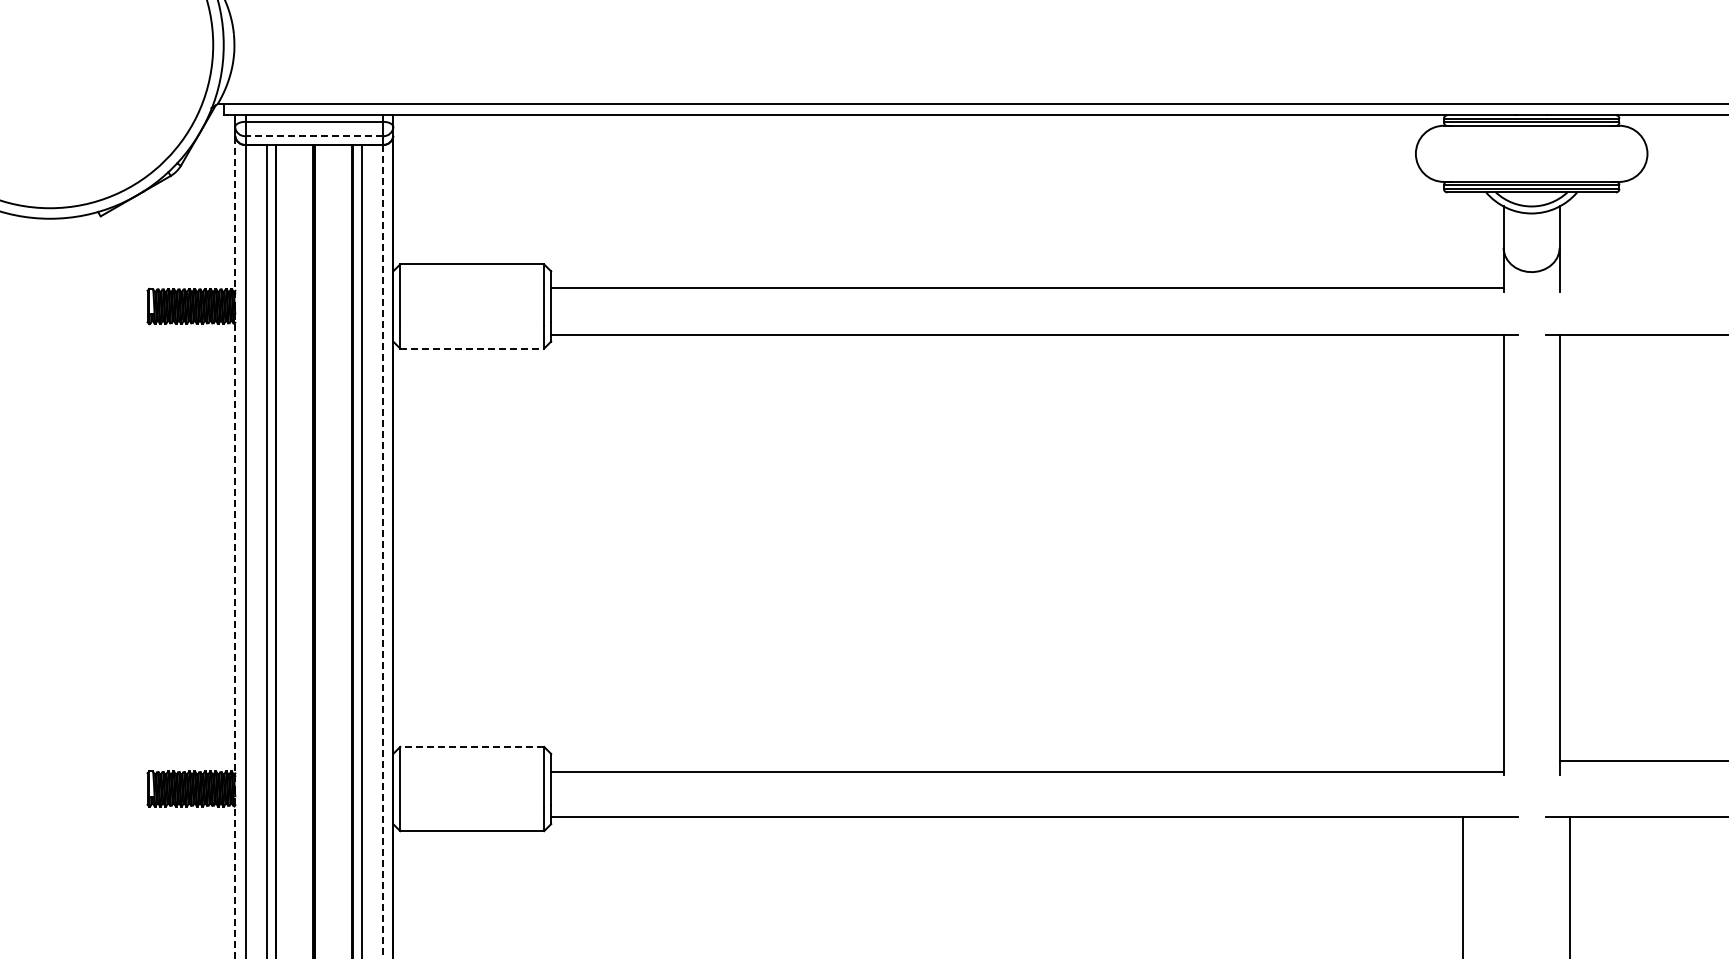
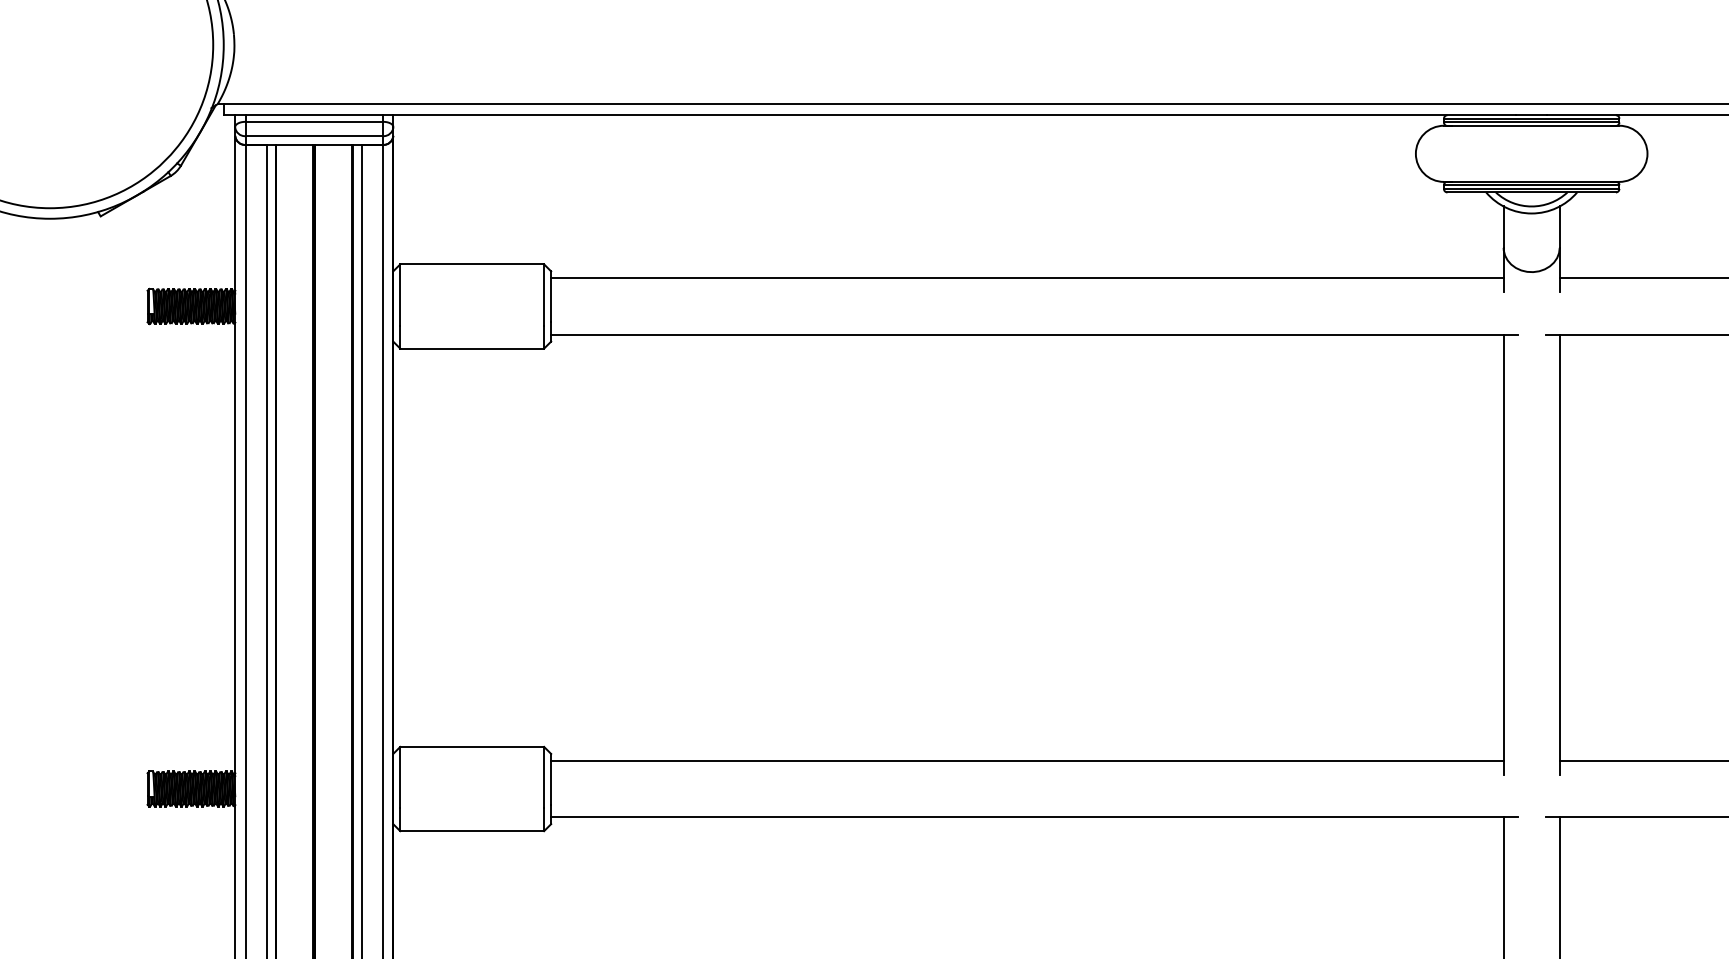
line at (314, 136): dashed -> solid
line at (1642, 278): none -> present
line at (1027, 288) position: (1027, 288) -> (1027, 278)
line at (472, 348): dashed -> solid
line at (235, 548): dashed -> solid
line at (382, 551): dashed -> solid
line at (472, 746): dashed -> solid
line at (1027, 771) position: (1027, 771) -> (1027, 760)
line at (1462, 886) position: (1462, 886) -> (1503, 886)
line at (1569, 886) position: (1569, 886) -> (1559, 886)
